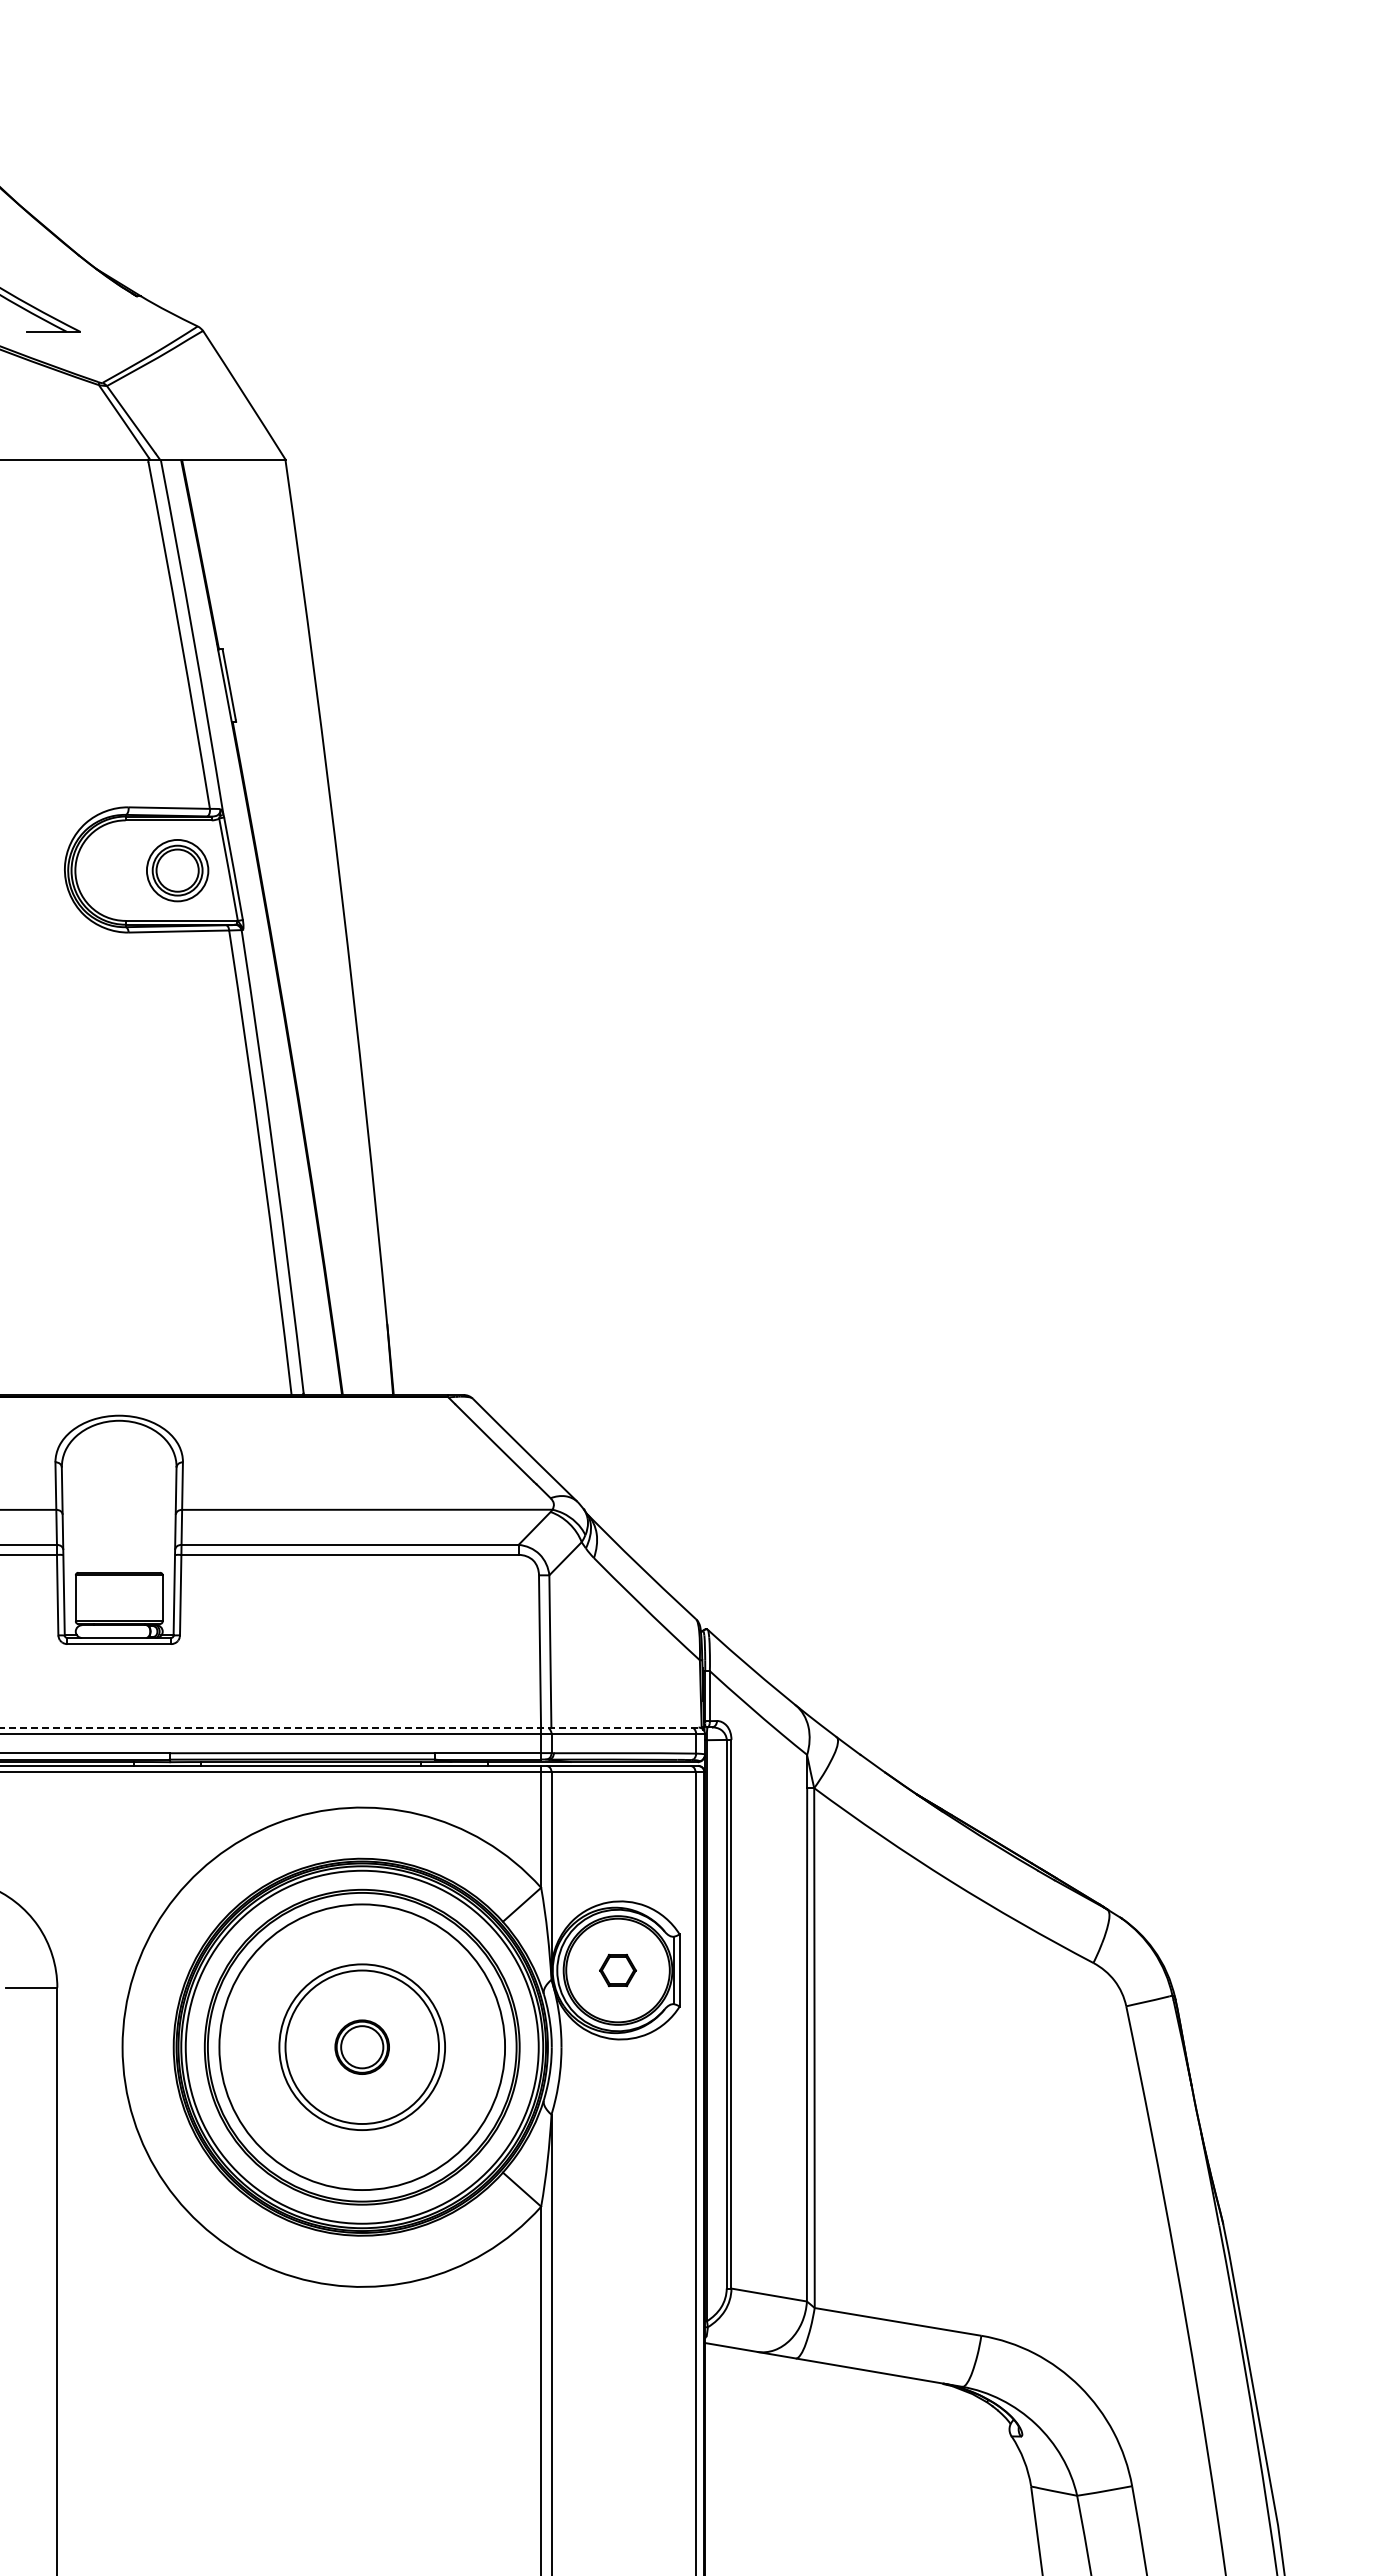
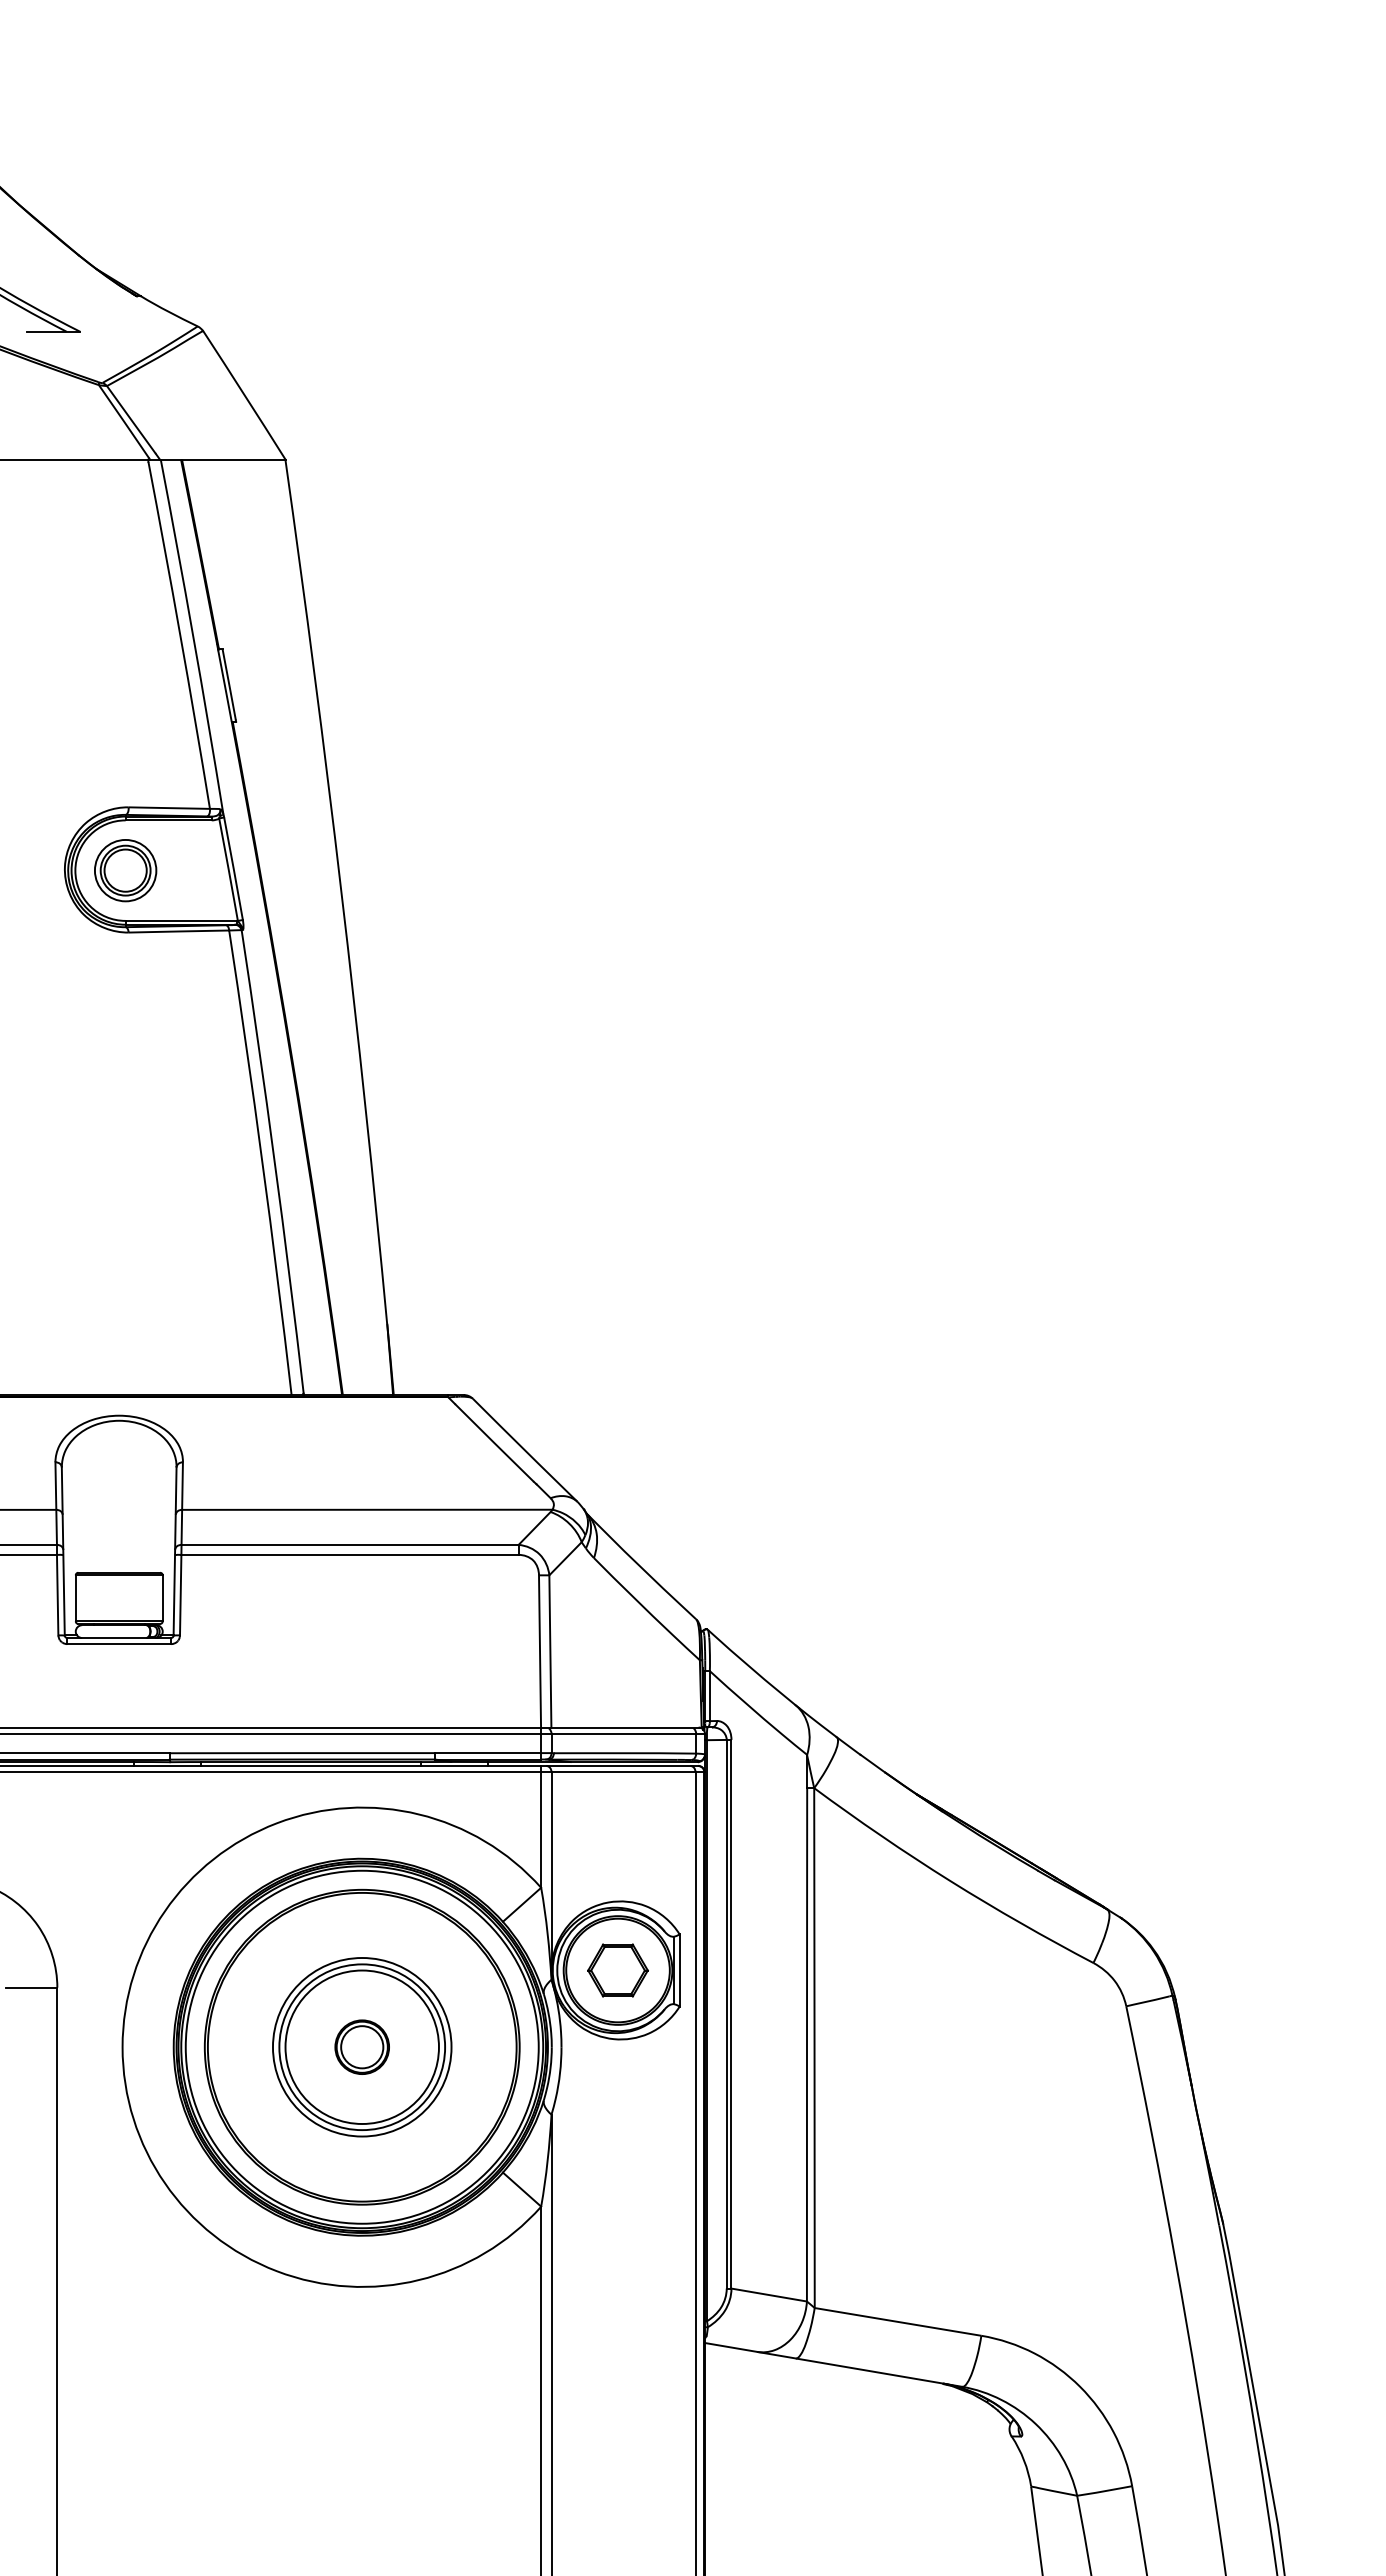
part at (177, 870) position: (177, 870) -> (125, 870)
line at (352, 1727): dashed -> solid
part at (617, 1970) size: 38x34 px -> 62x55 px
circle at (362, 2047) diameter: 286 px -> 179 px
